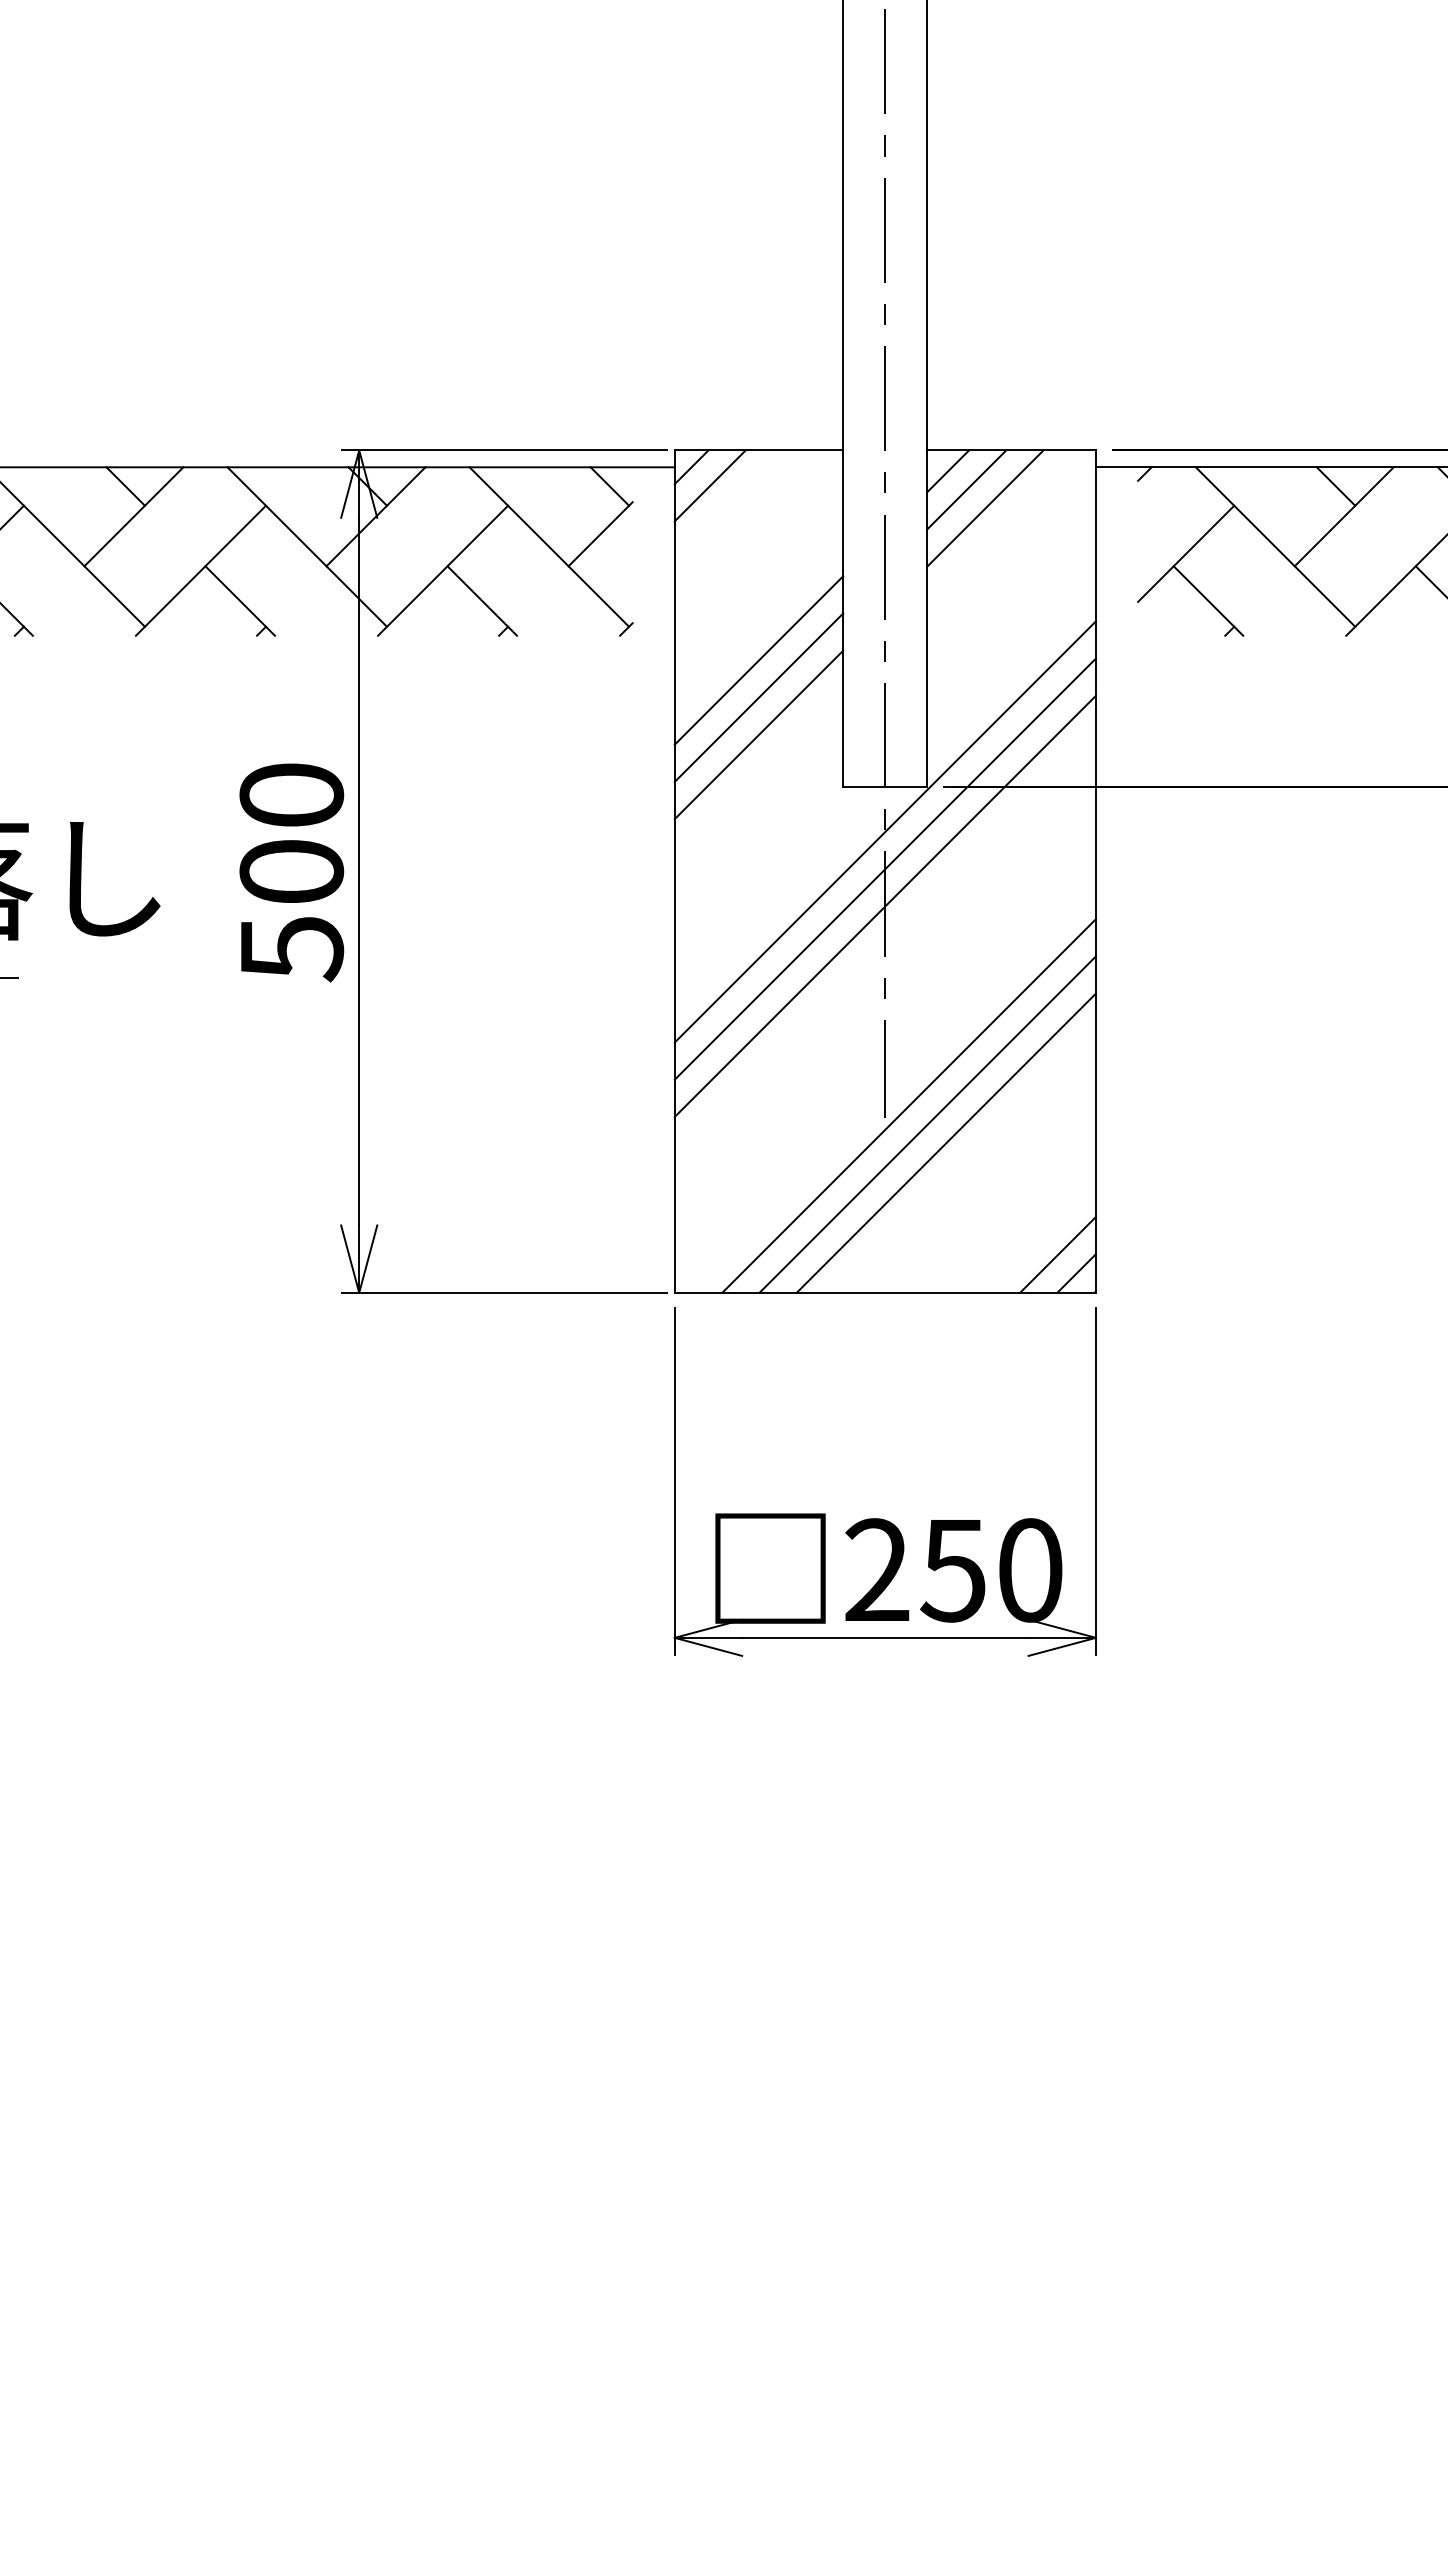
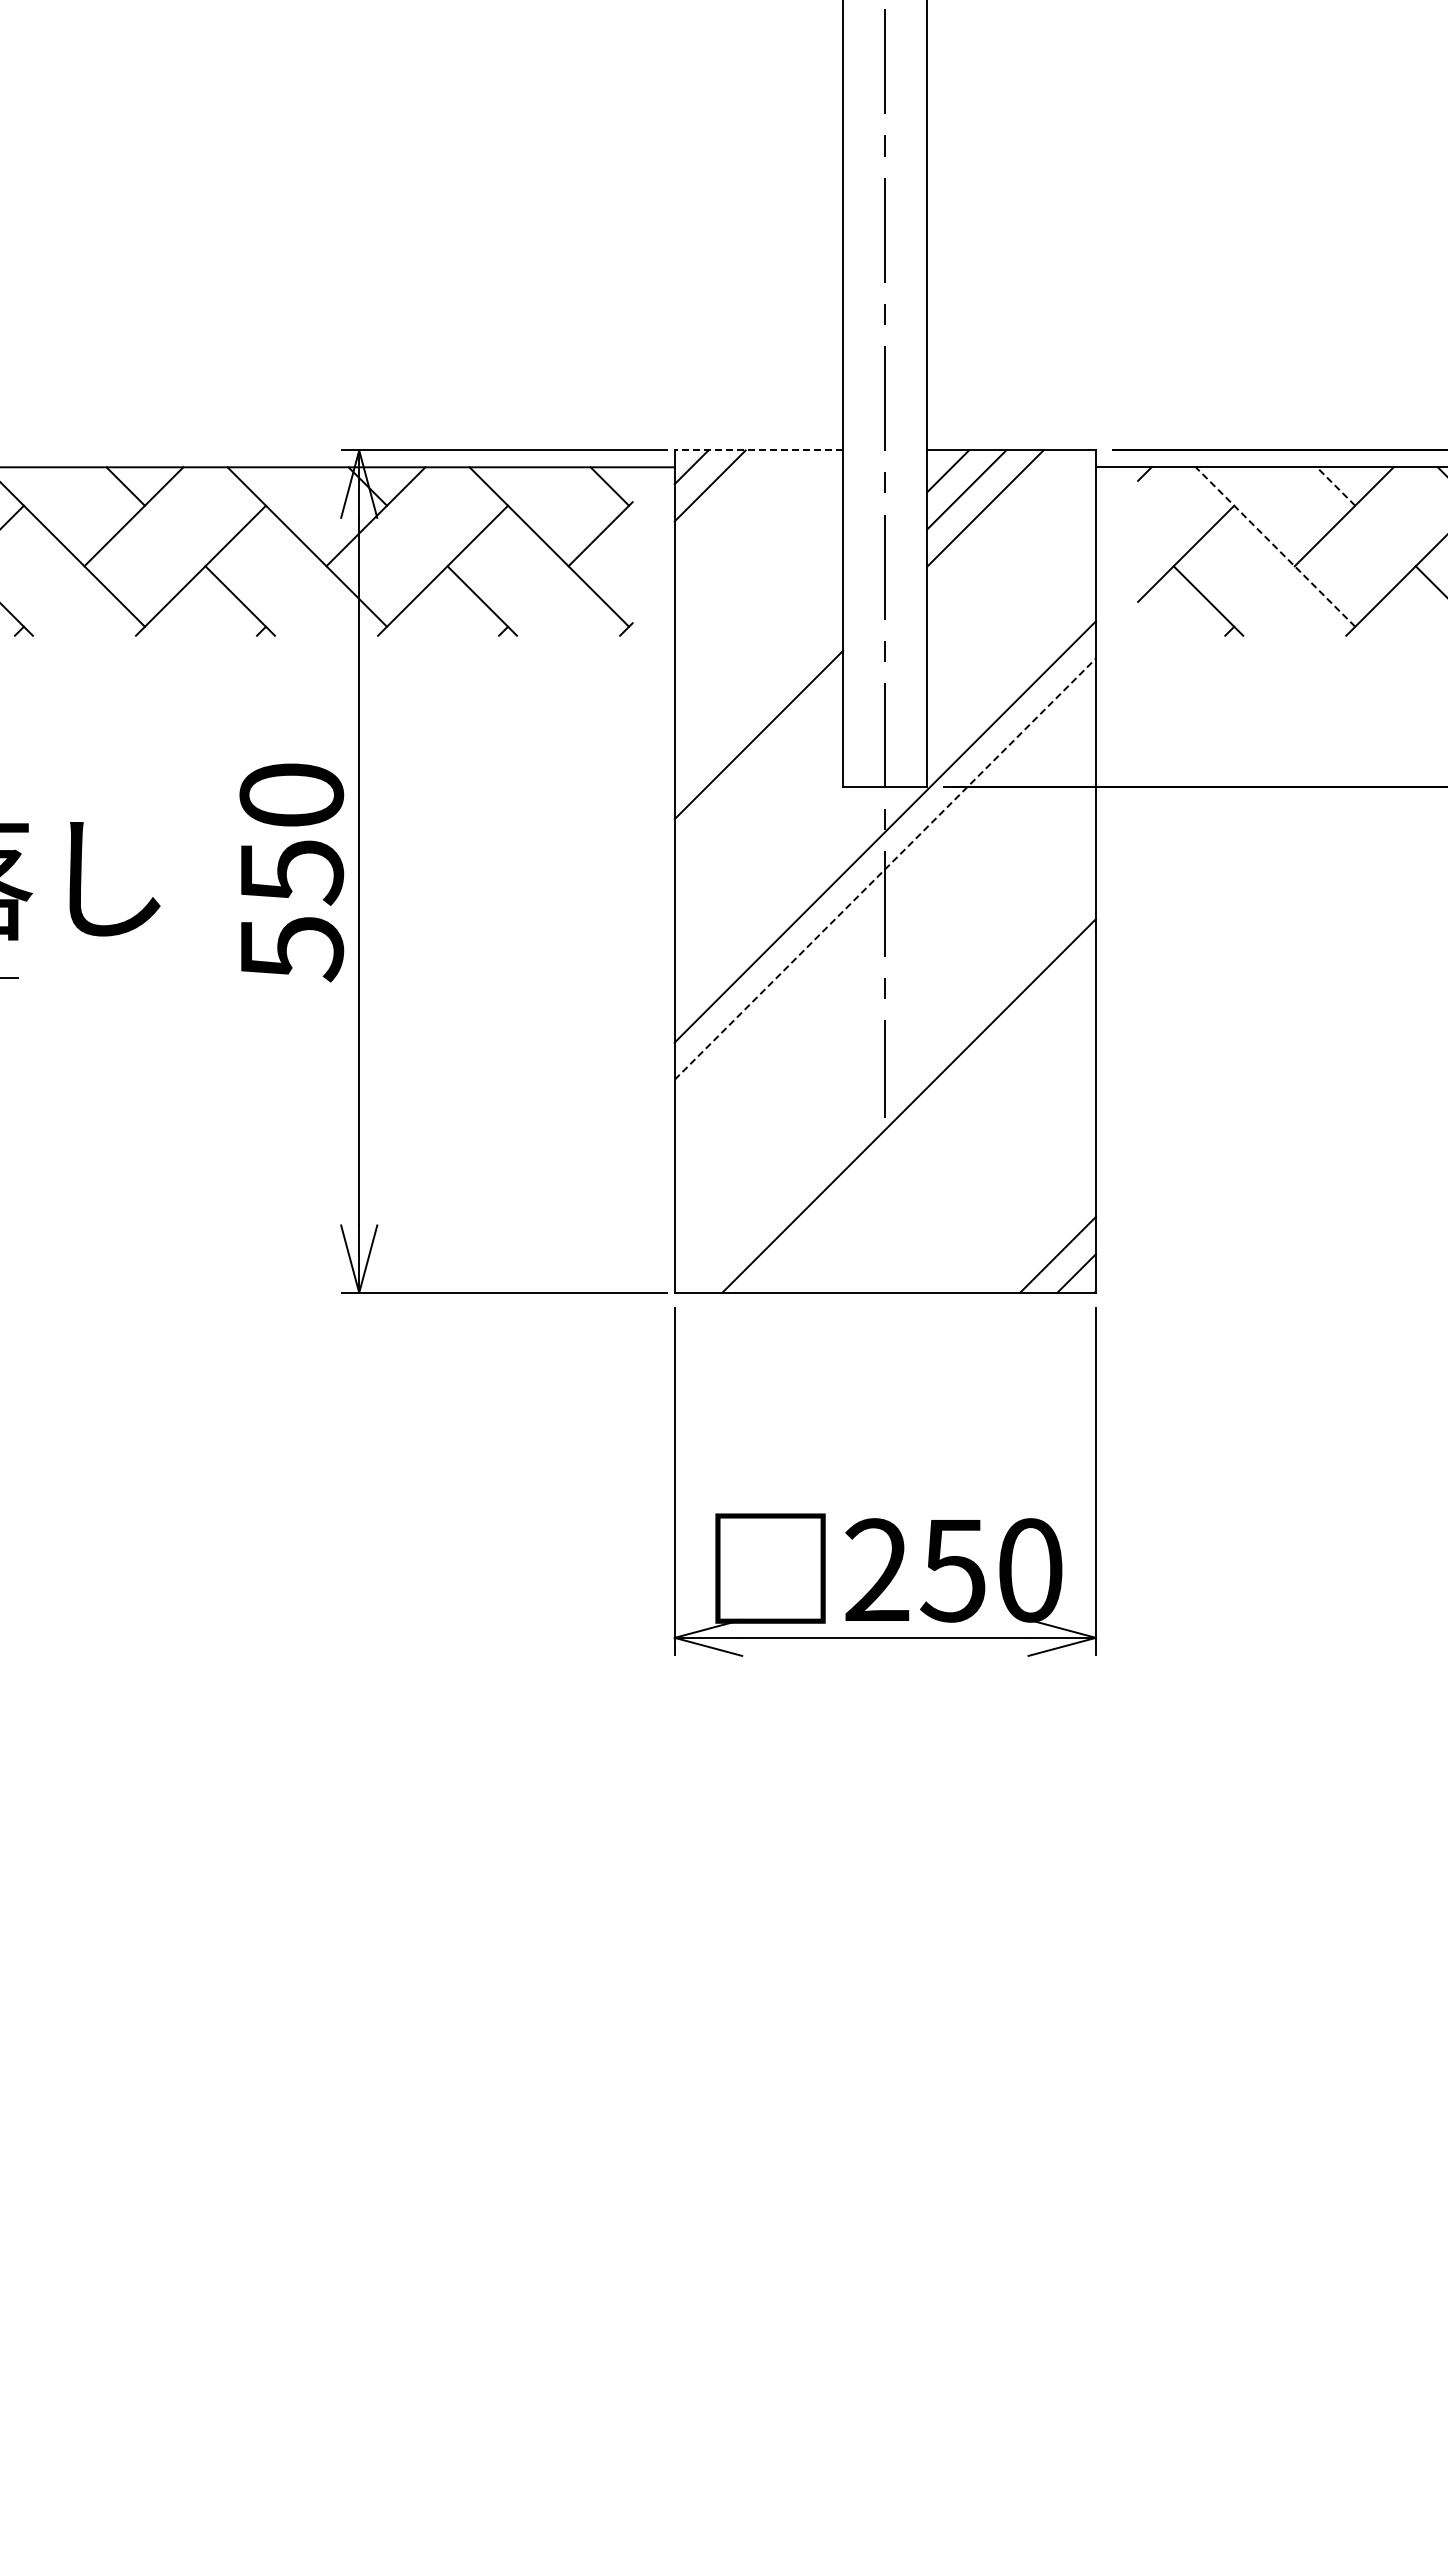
line at (758, 450): solid -> dashed
line at (1335, 486): solid -> dashed
line at (1275, 547): solid -> dashed
line at (758, 660): present -> none
line at (758, 697): present -> none
line at (885, 869): solid -> dashed
text at (291, 872): 500 -> 550
line at (884, 905): present -> none
line at (927, 1124): present -> none
line at (945, 1142): present -> none
